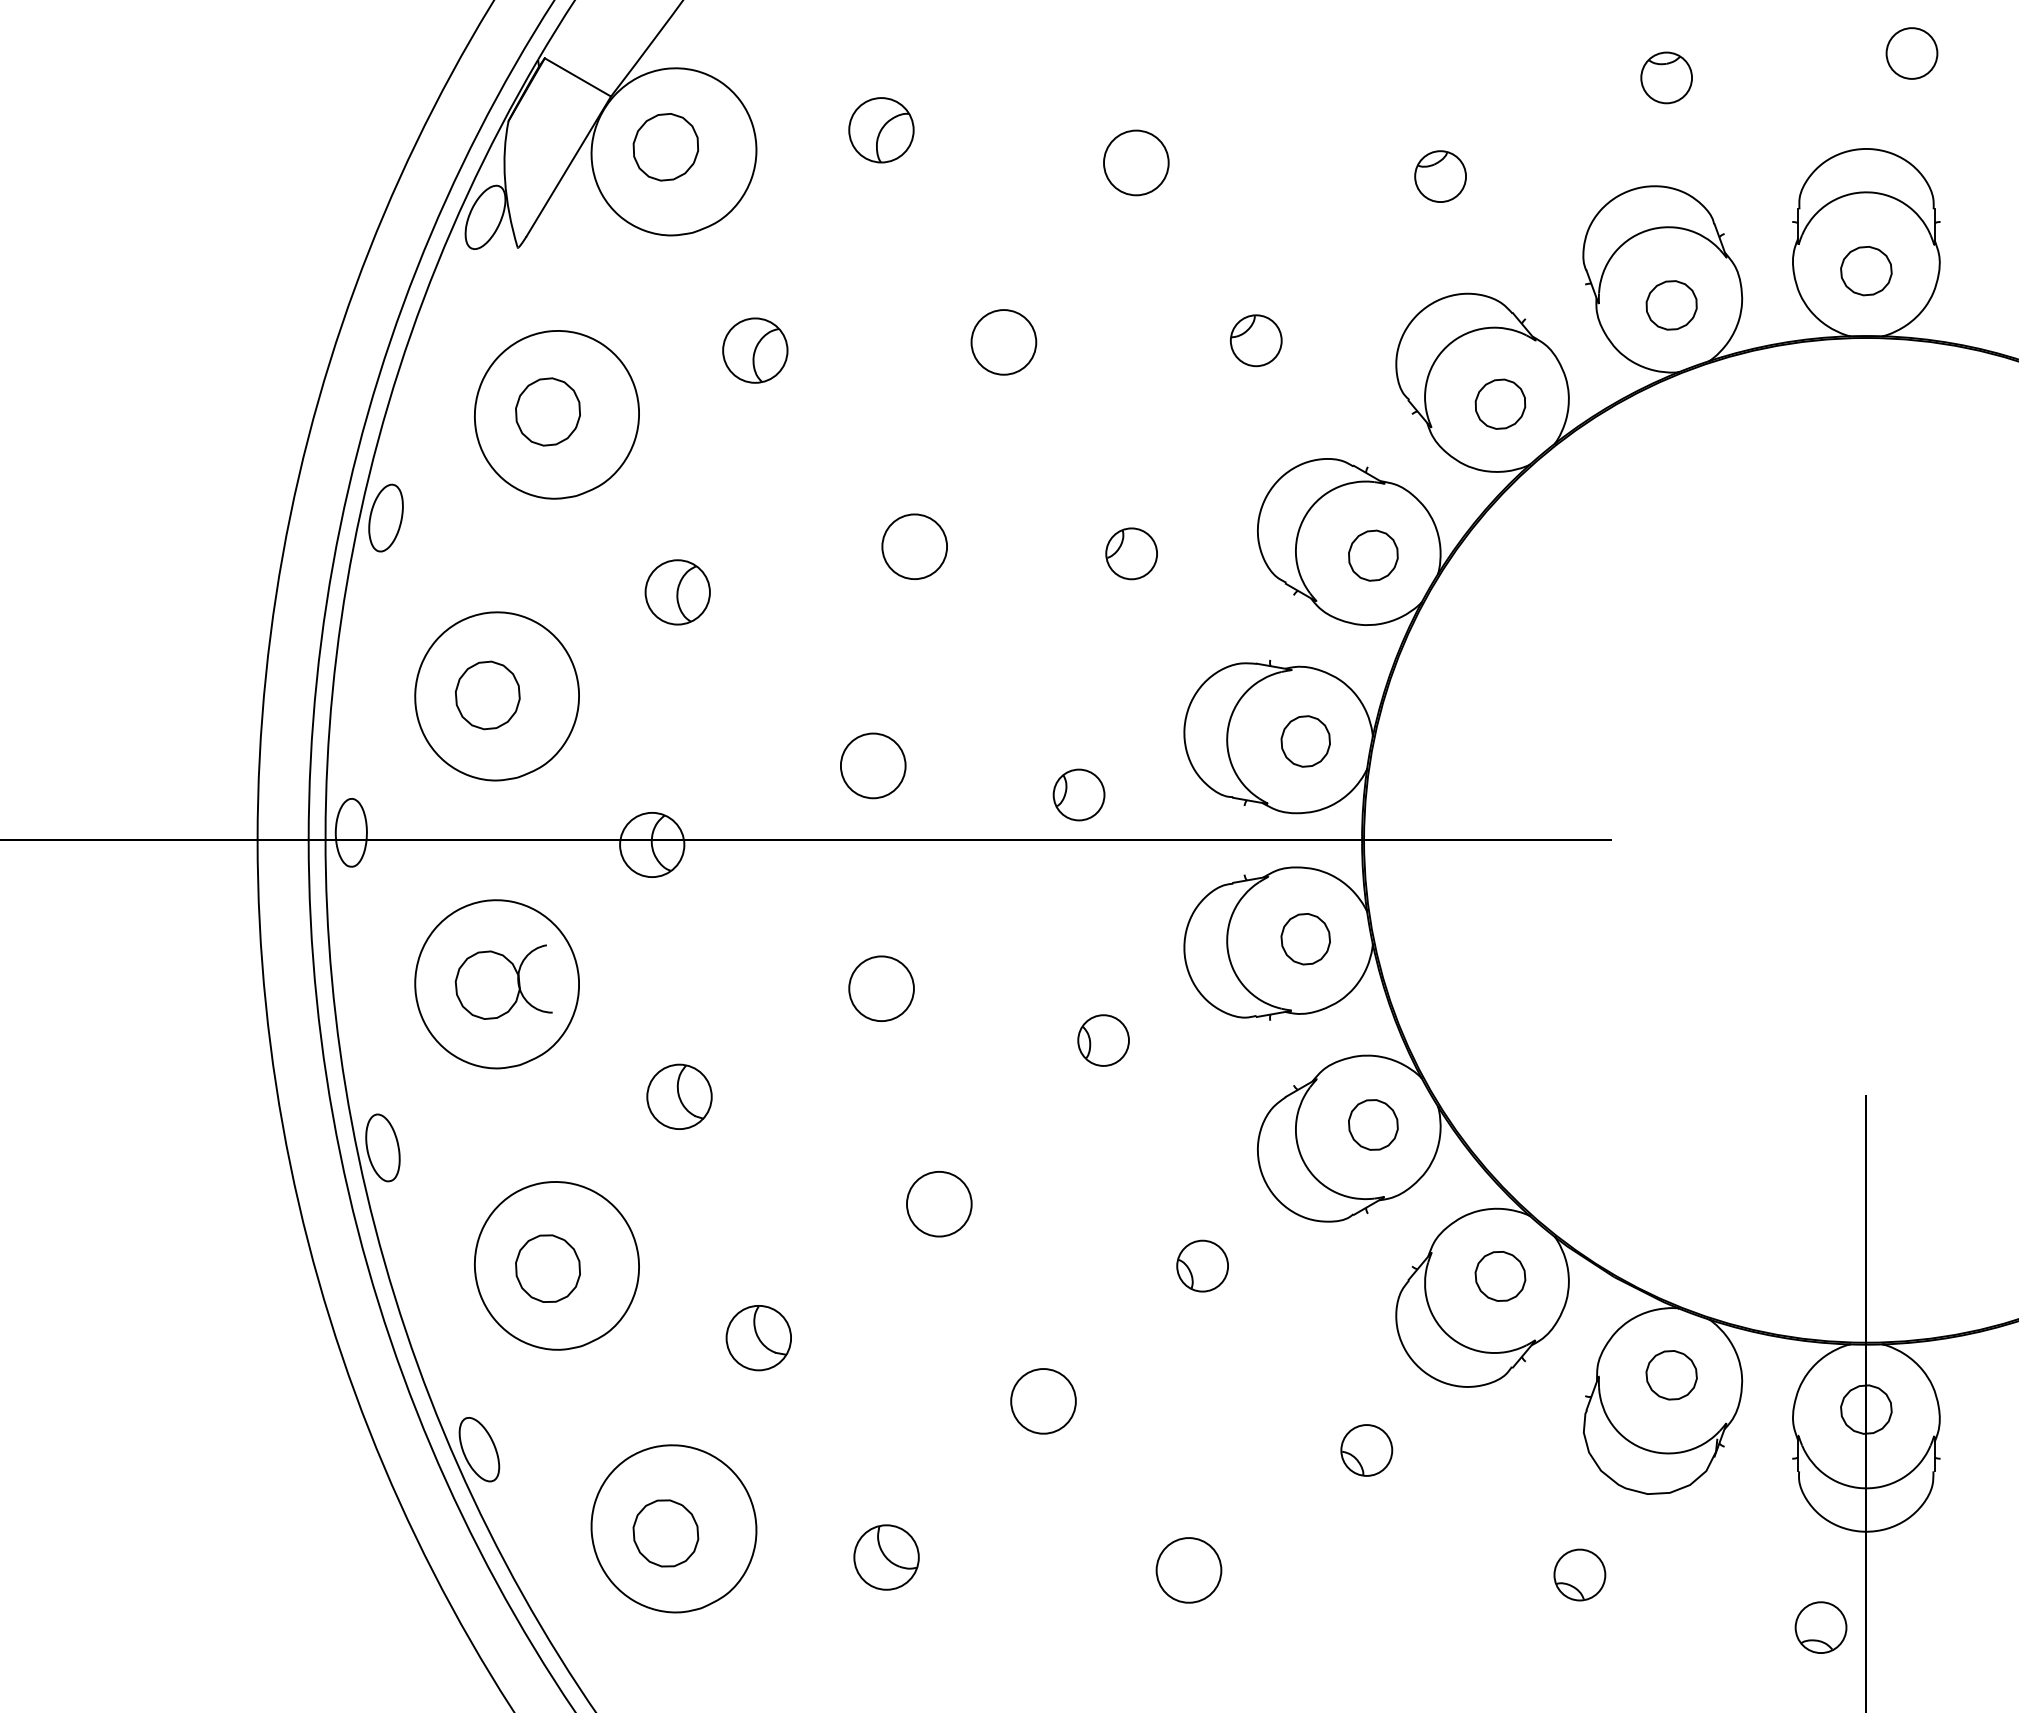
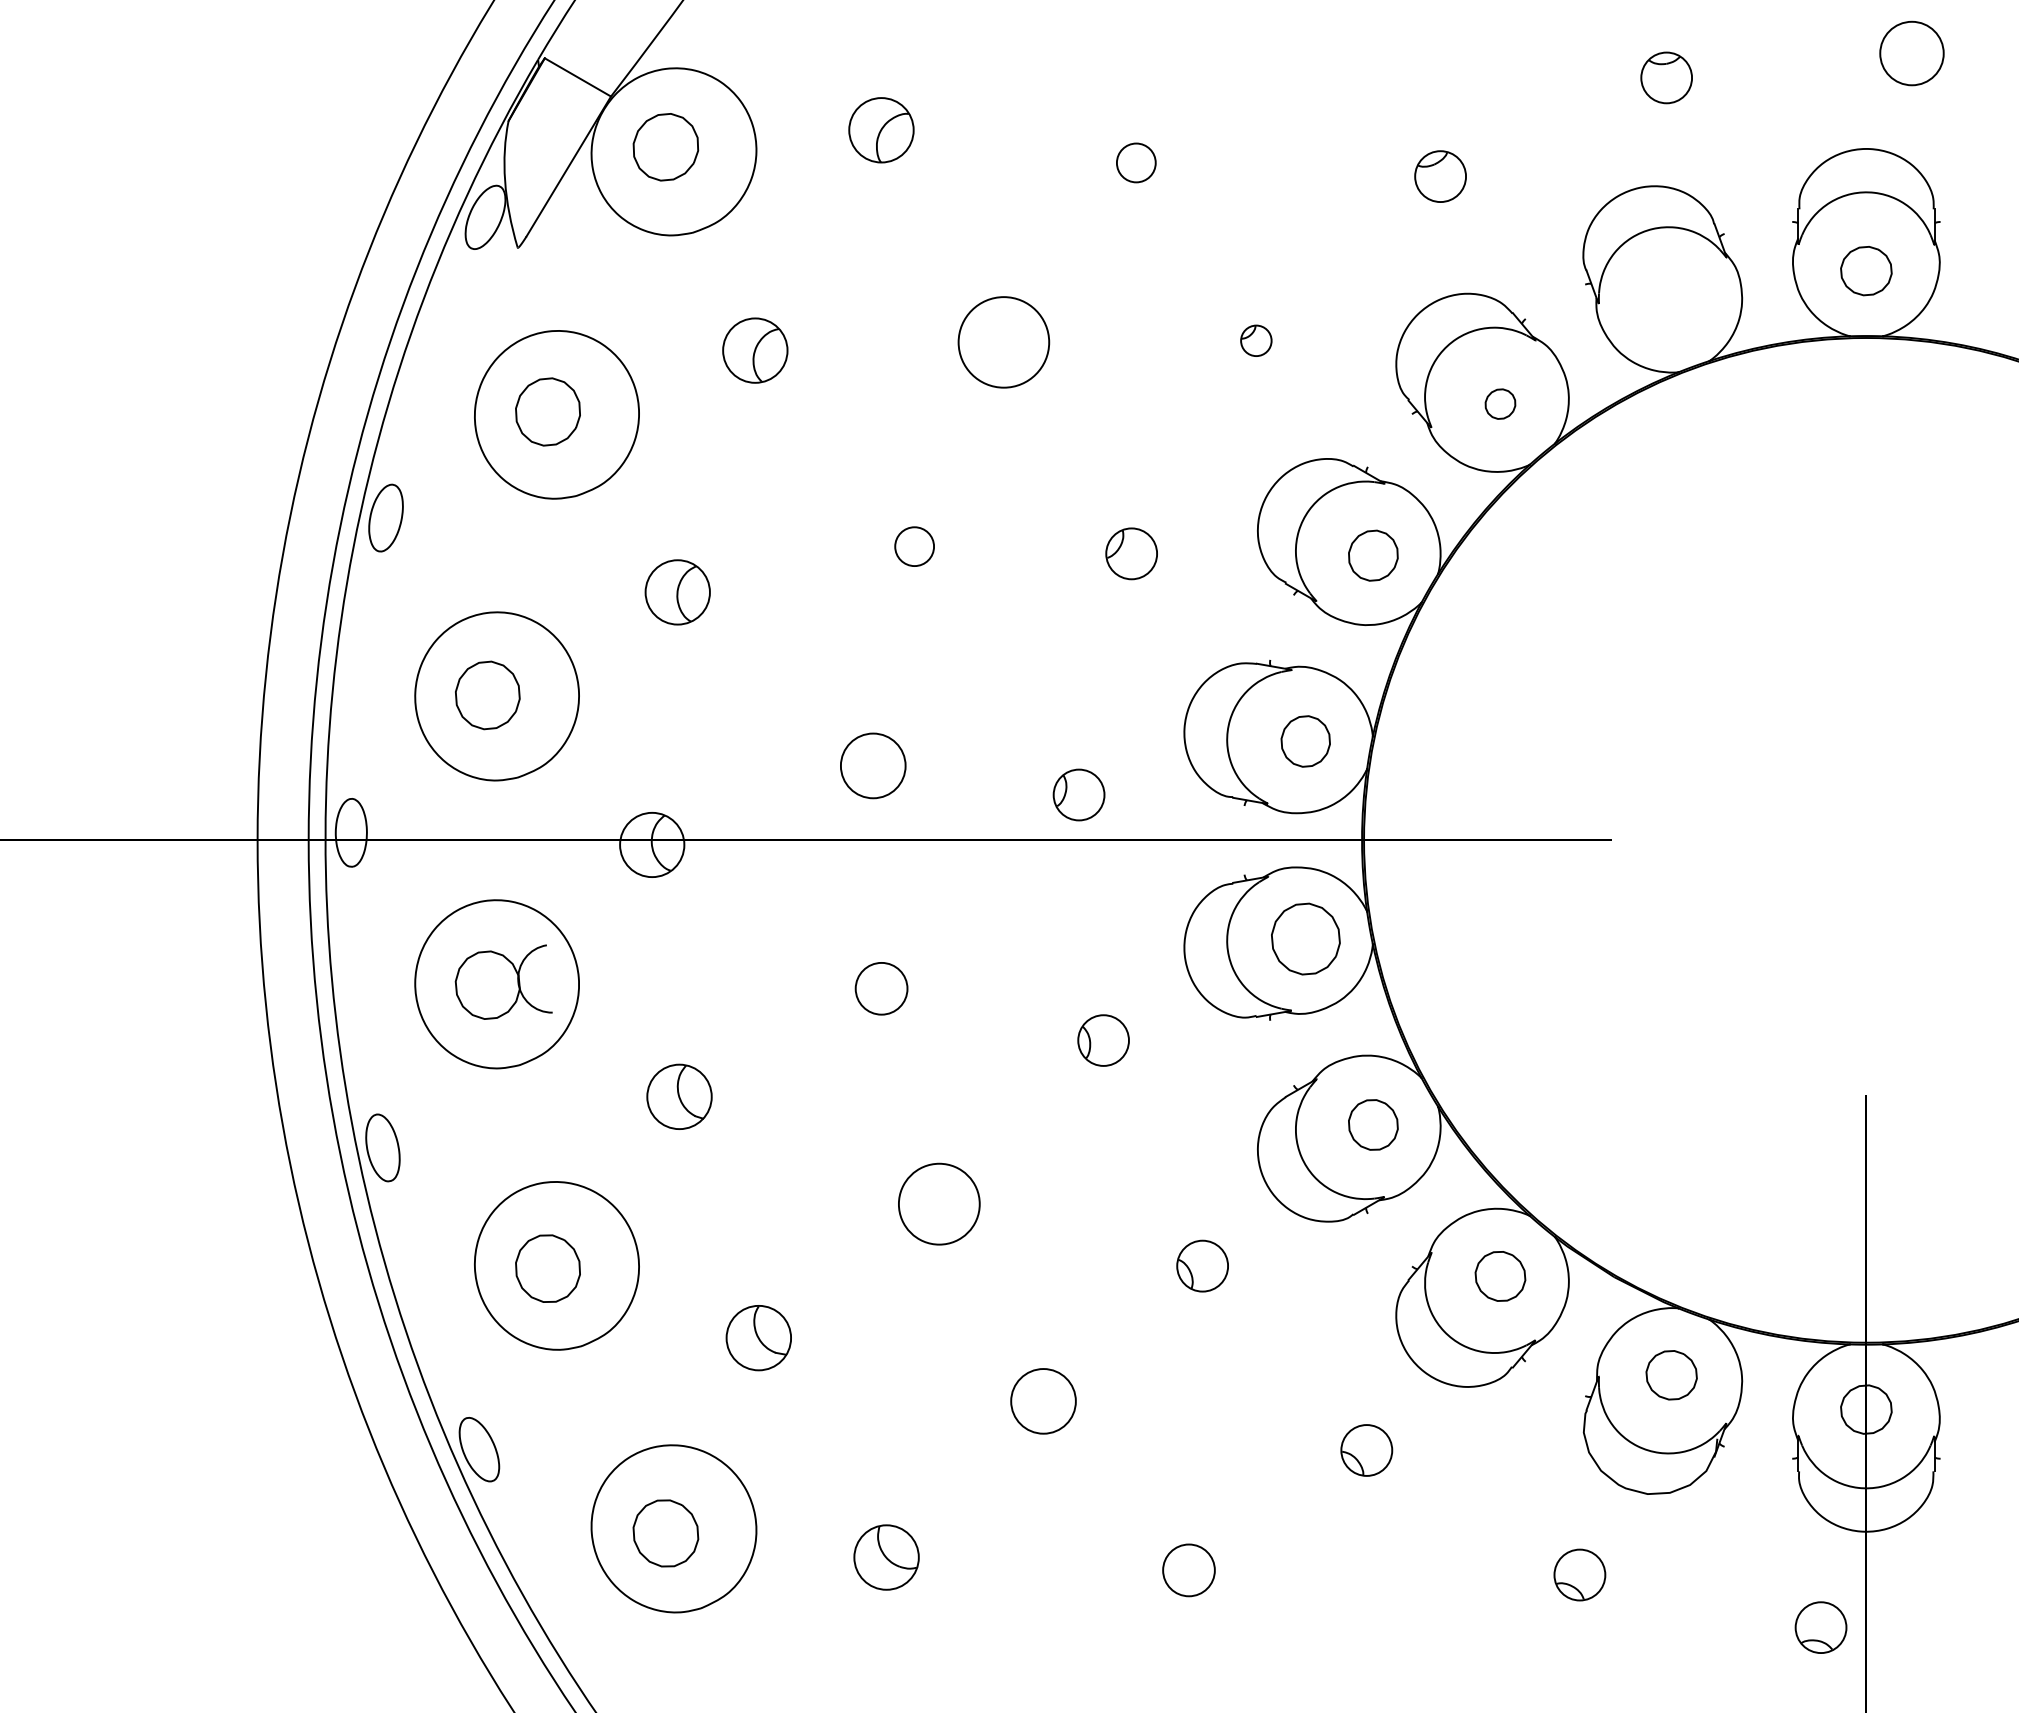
circle at (1911, 53) size: 54x53 px -> 66x67 px
circle at (1136, 162) diameter: 65 px -> 39 px
part at (1671, 305): present -> none
part at (1256, 340) size: 53x54 px -> 33x33 px
circle at (1003, 342) diameter: 65 px -> 91 px
part at (1500, 403) size: 53x52 px -> 33x32 px
circle at (914, 546) size: 67x67 px -> 41x41 px
part at (1305, 939) size: 51x53 px -> 70x74 px
circle at (881, 988) diameter: 65 px -> 52 px
circle at (938, 1203) diameter: 65 px -> 81 px
circle at (1188, 1570) diameter: 65 px -> 52 px
